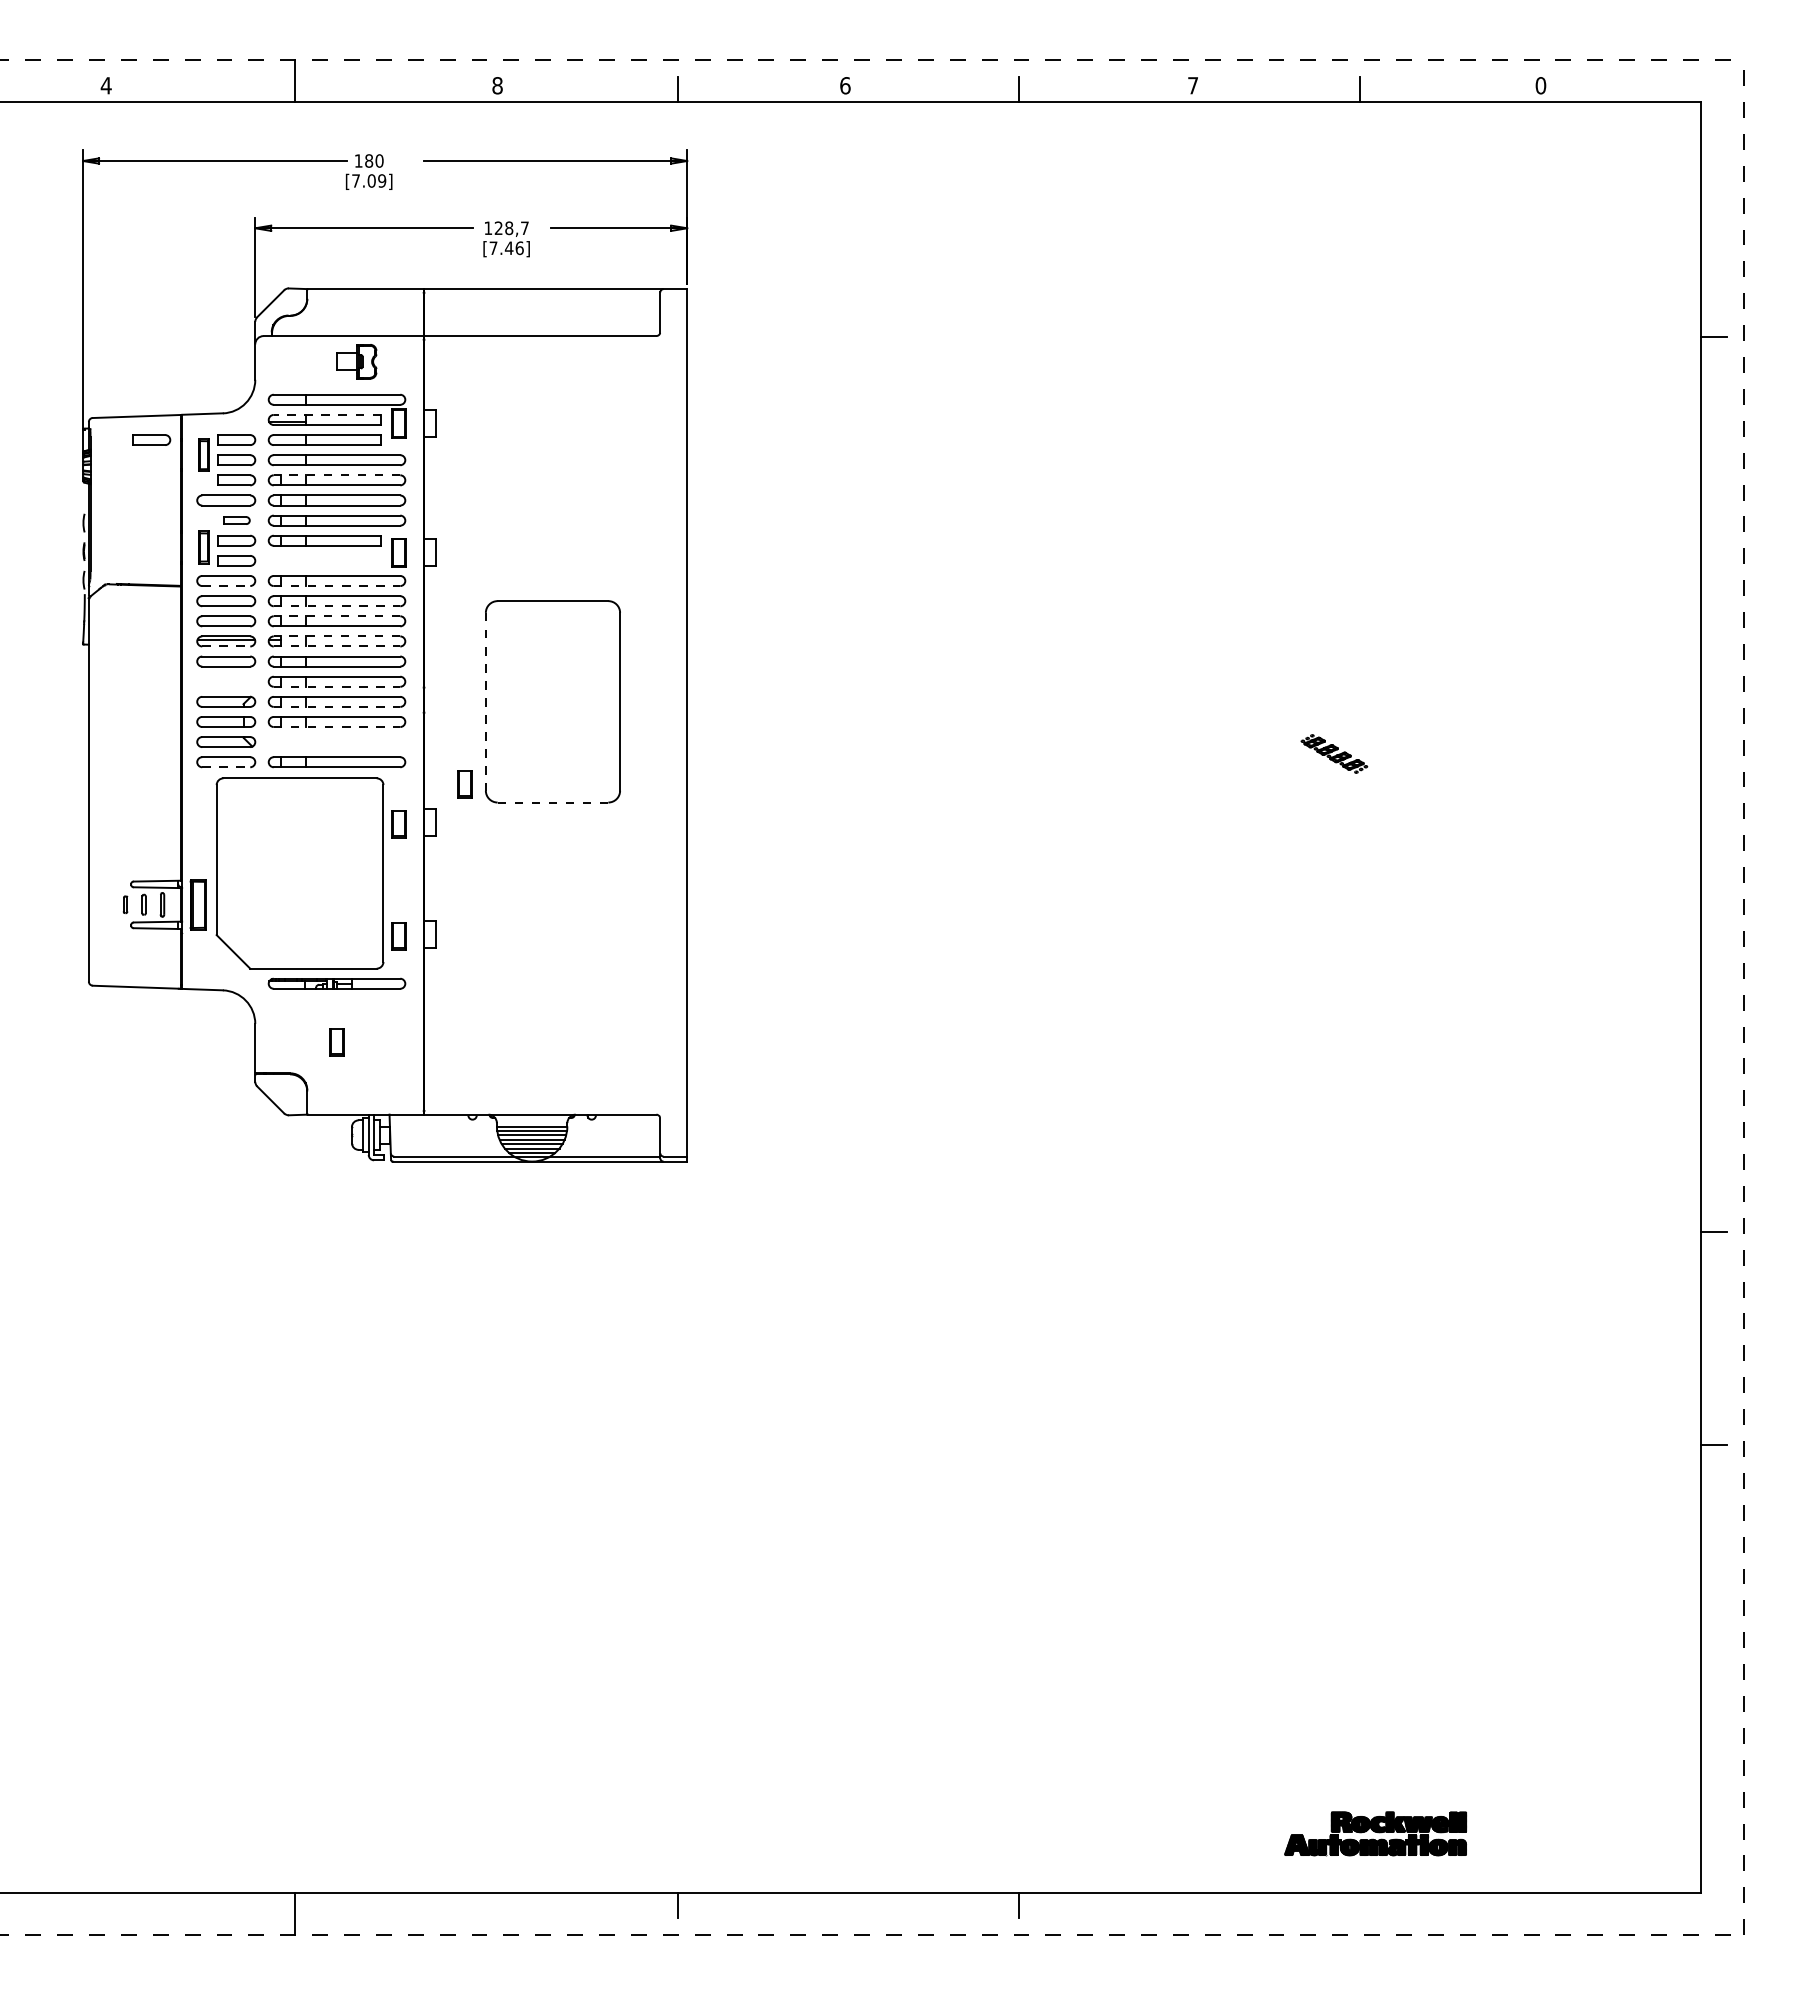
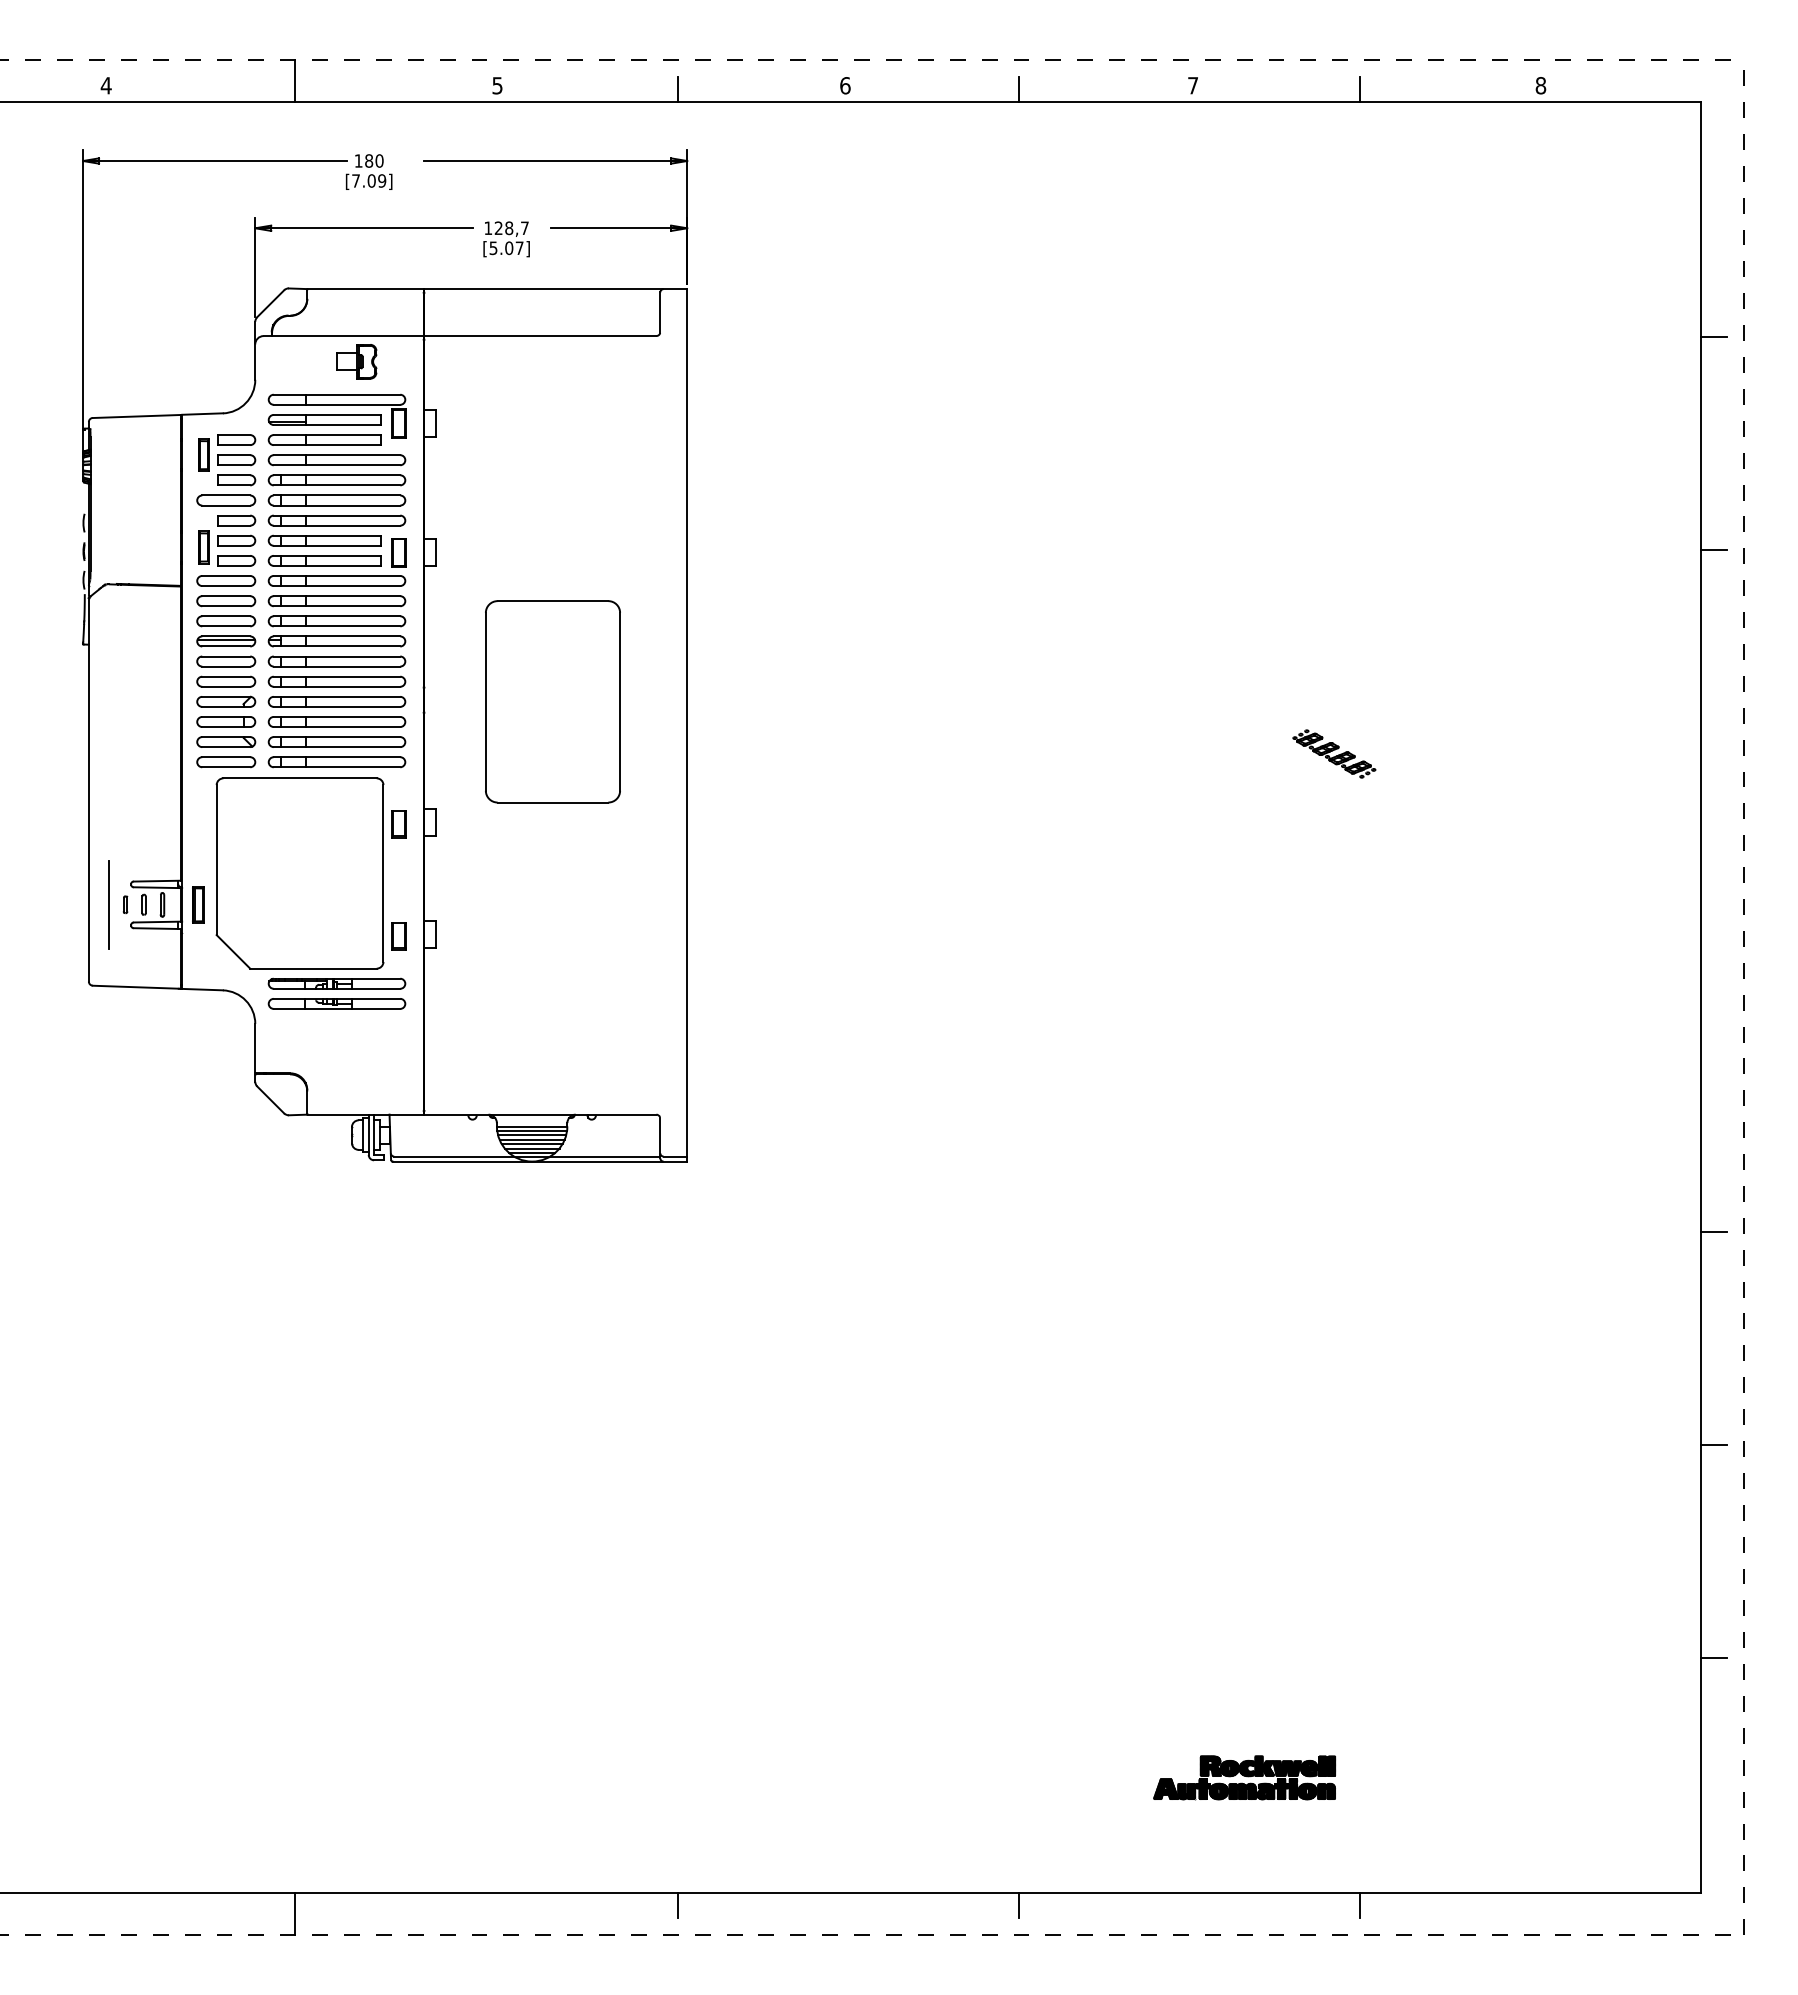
text at (497, 85): 8 -> 5
text at (1540, 85): 0 -> 8
text at (506, 248): [7.46] -> [5.07]
line at (327, 414): dashed -> solid
part at (151, 439): present -> none
line at (336, 475): dashed -> solid
part at (236, 520) size: 28x9 px -> 40x13 px
line at (1713, 549): none -> present
part at (324, 560): none -> present
line at (226, 586): dashed -> solid
line at (337, 586): dashed -> solid
line at (337, 606): dashed -> solid
line at (336, 616): dashed -> solid
line at (336, 636): dashed -> solid
line at (226, 646): dashed -> solid
line at (337, 646): dashed -> solid
part at (226, 681): none -> present
line at (337, 686): dashed -> solid
line at (485, 701): dashed -> solid
line at (337, 706): dashed -> solid
line at (337, 727): dashed -> solid
part at (336, 741): none -> present
part at (1334, 753) size: 69x40 px -> 85x50 px
line at (226, 767): dashed -> solid
part at (464, 784): present -> none
line at (553, 802): dashed -> solid
line at (108, 904): none -> present
part at (197, 904) size: 18x52 px -> 13x38 px
part at (336, 1003): none -> present
part at (336, 1042): present -> none
line at (1713, 1658): none -> present
part at (1375, 1833) position: (1375, 1833) -> (1244, 1777)
line at (1360, 1905): none -> present
